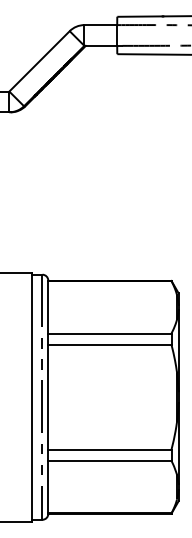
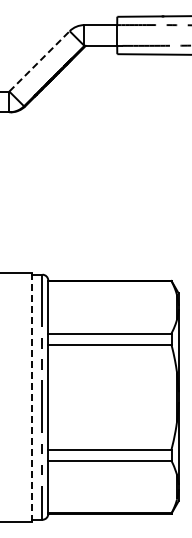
line at (39, 61): solid -> dashed
line at (31, 397): solid -> dashed
